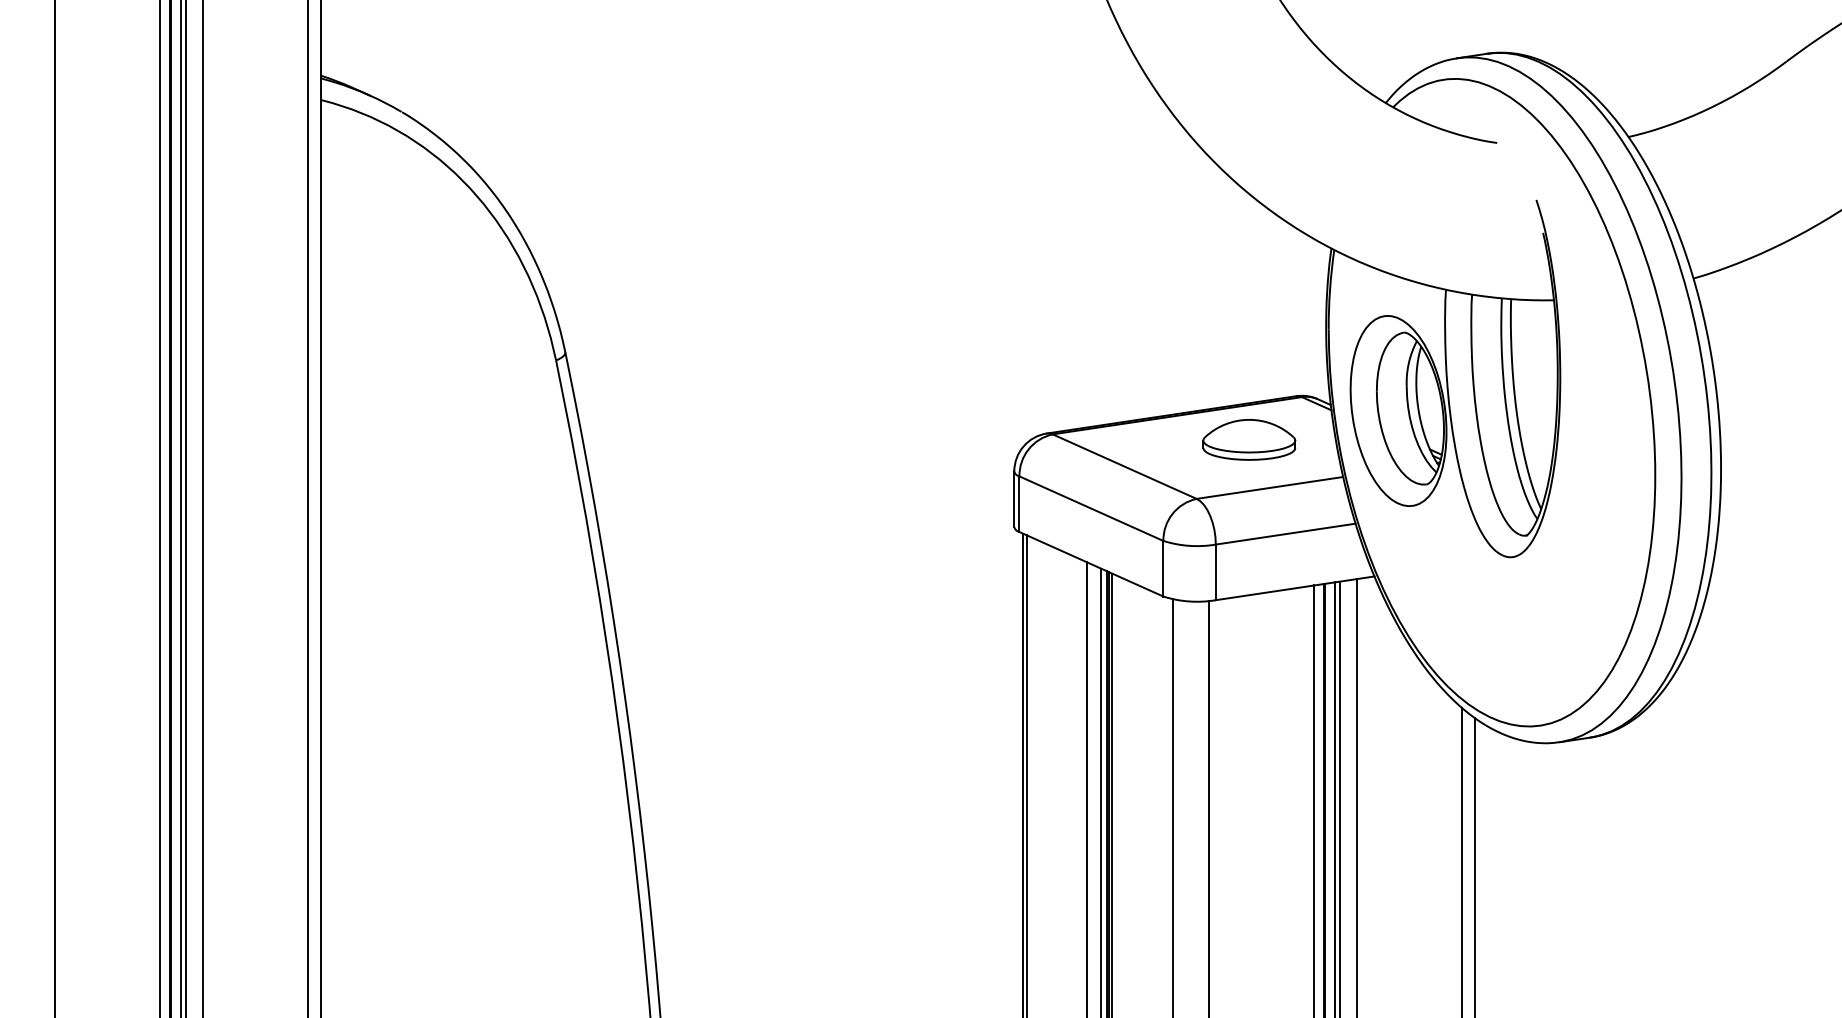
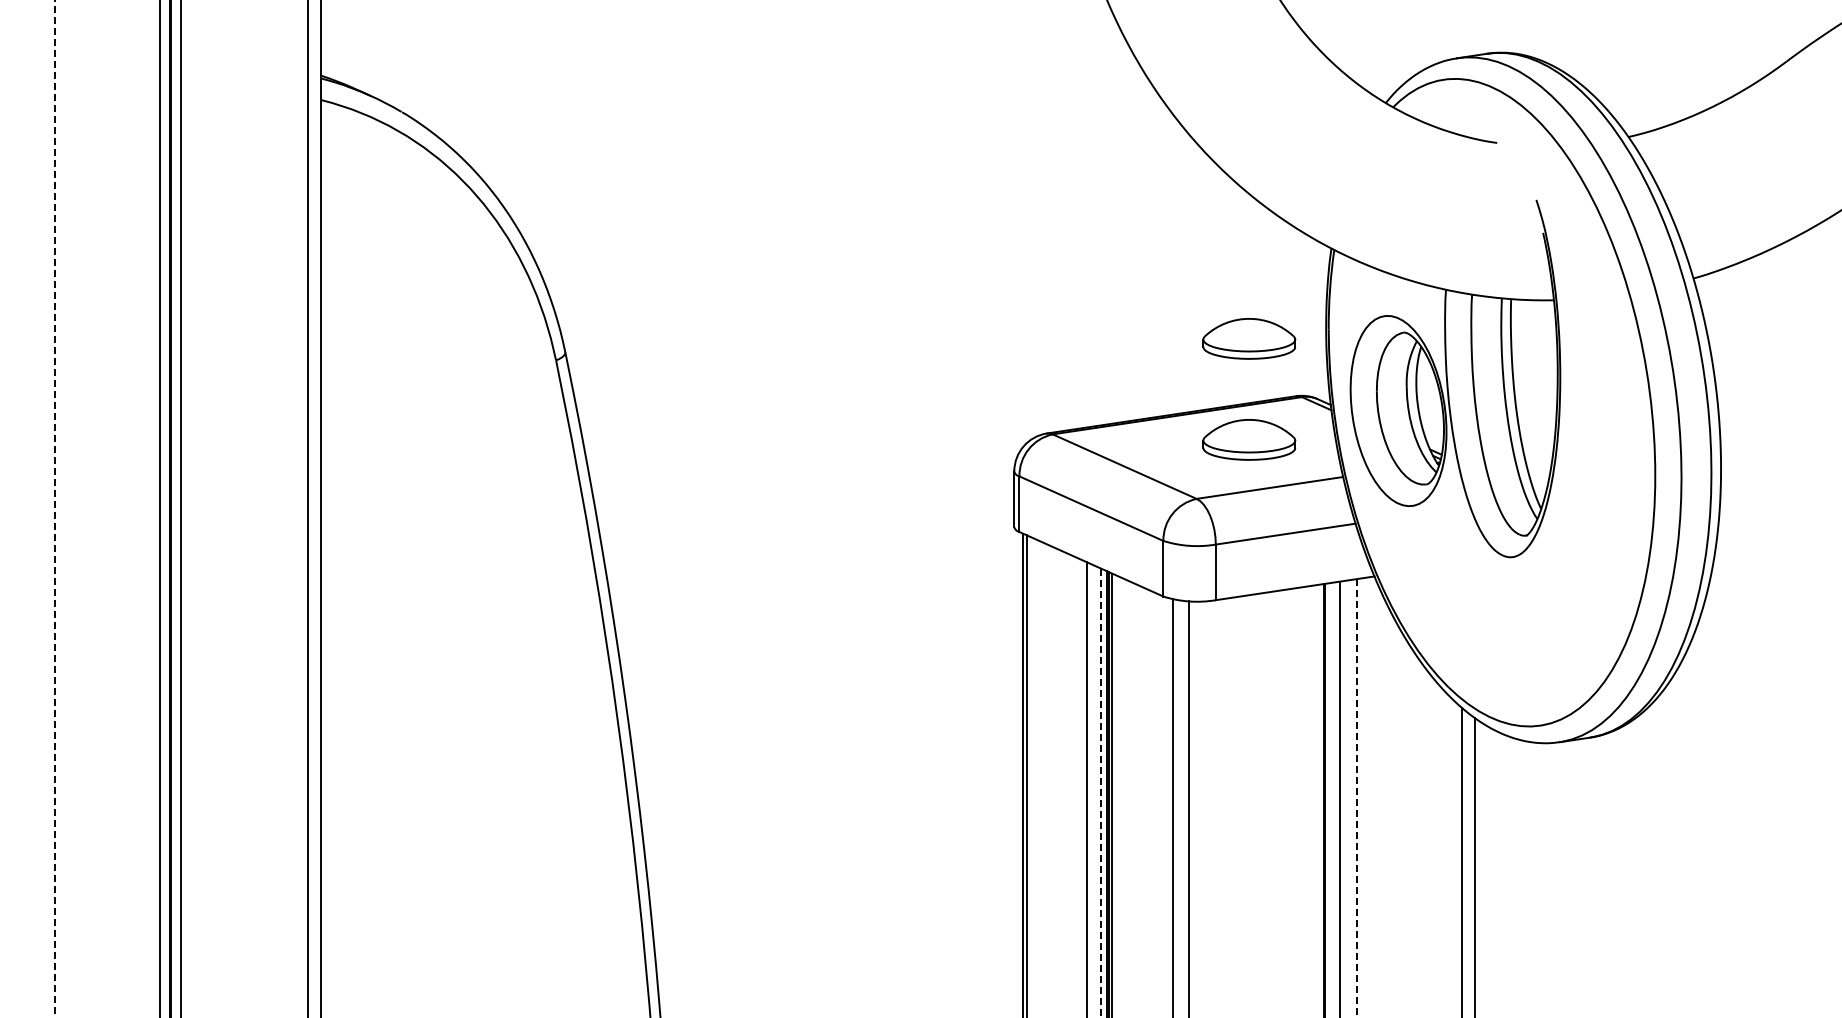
part at (1249, 338): none -> present
line at (186, 508): present -> none
line at (202, 508): present -> none
line at (55, 509): solid -> dashed
line at (1101, 793): solid -> dashed
line at (1335, 798): present -> none
line at (1314, 799): present -> none
line at (1356, 799): solid -> dashed
line at (1209, 807) position: (1209, 807) -> (1189, 807)
